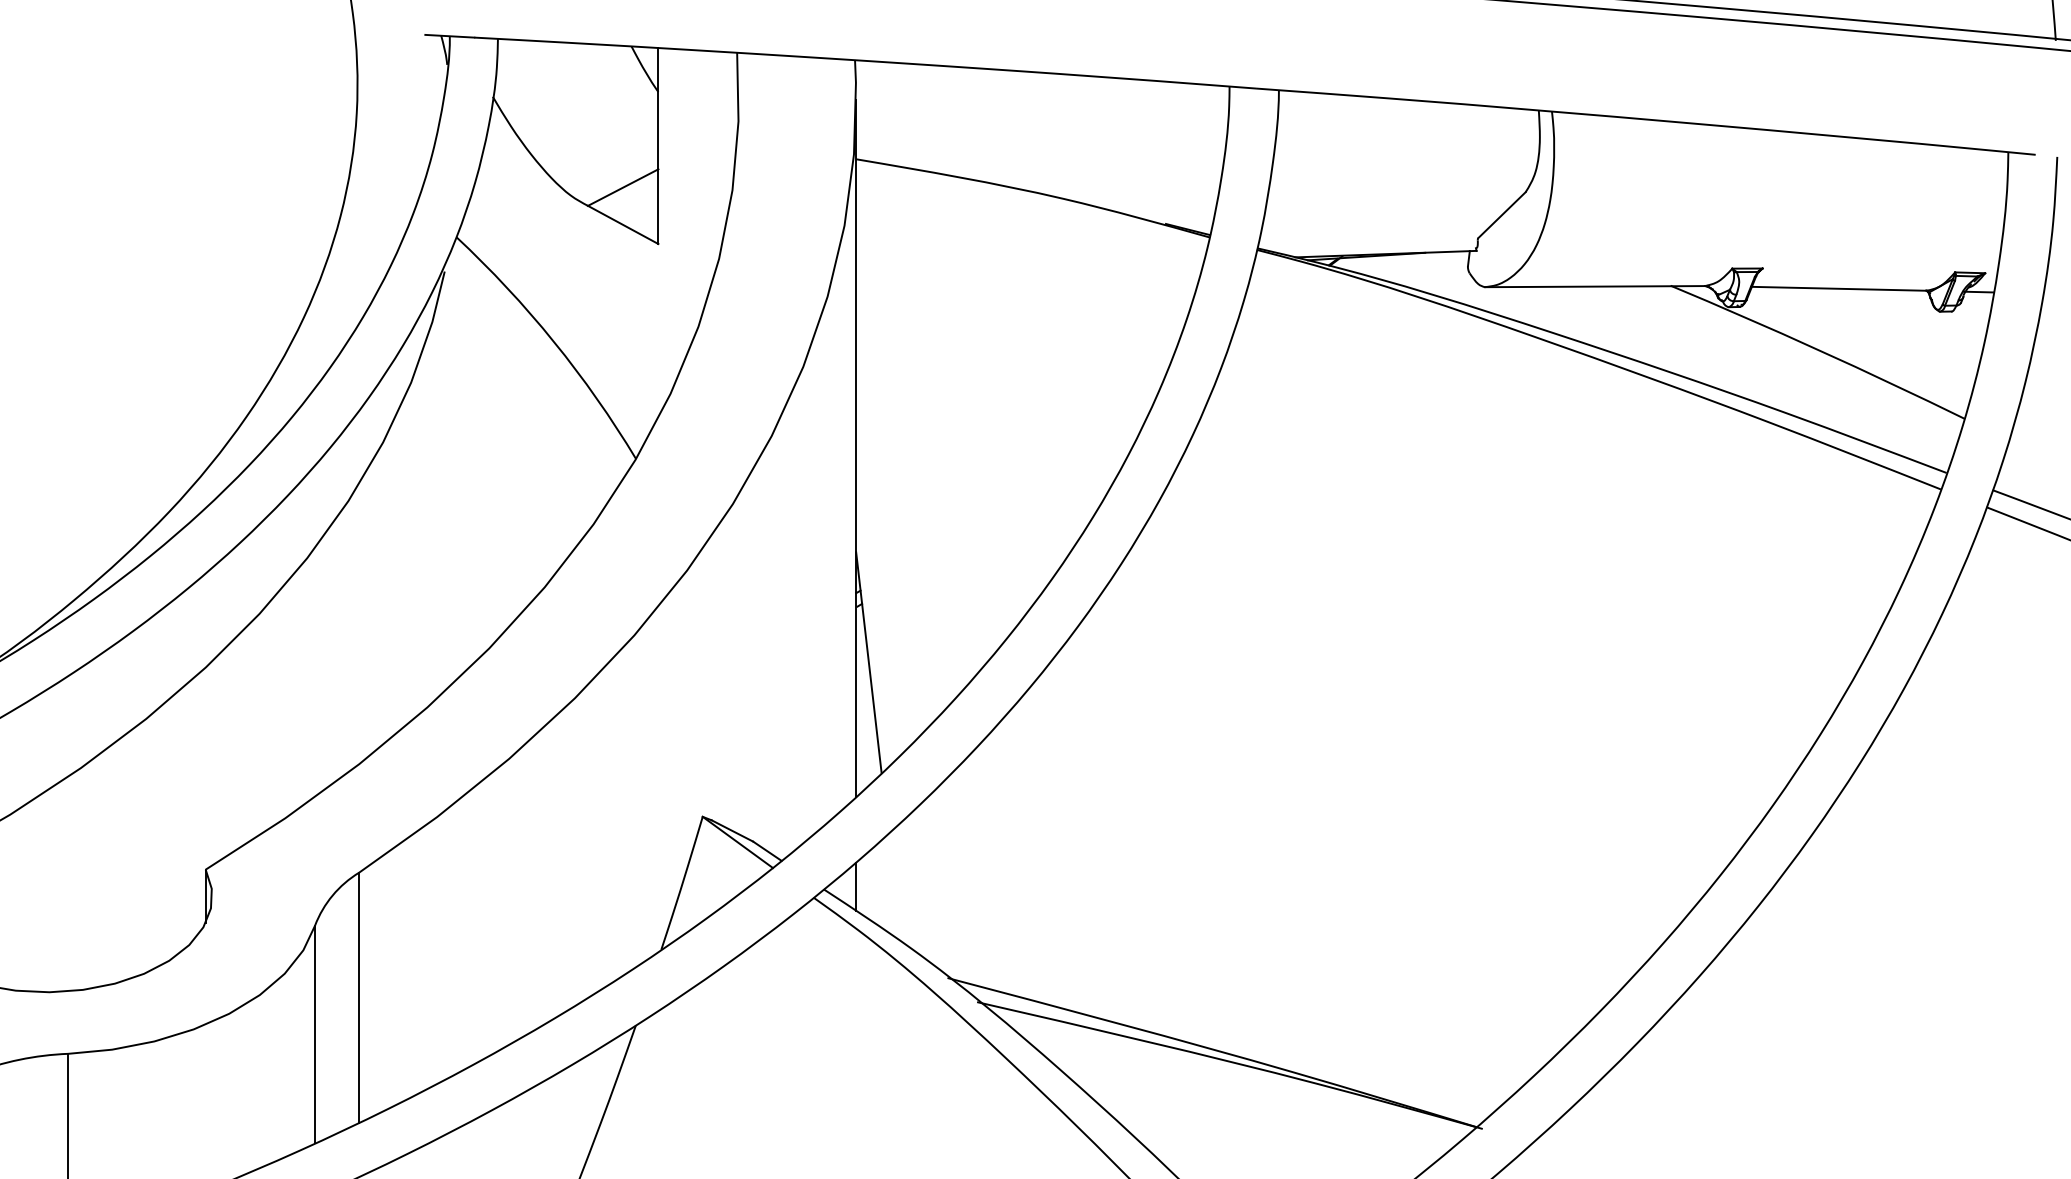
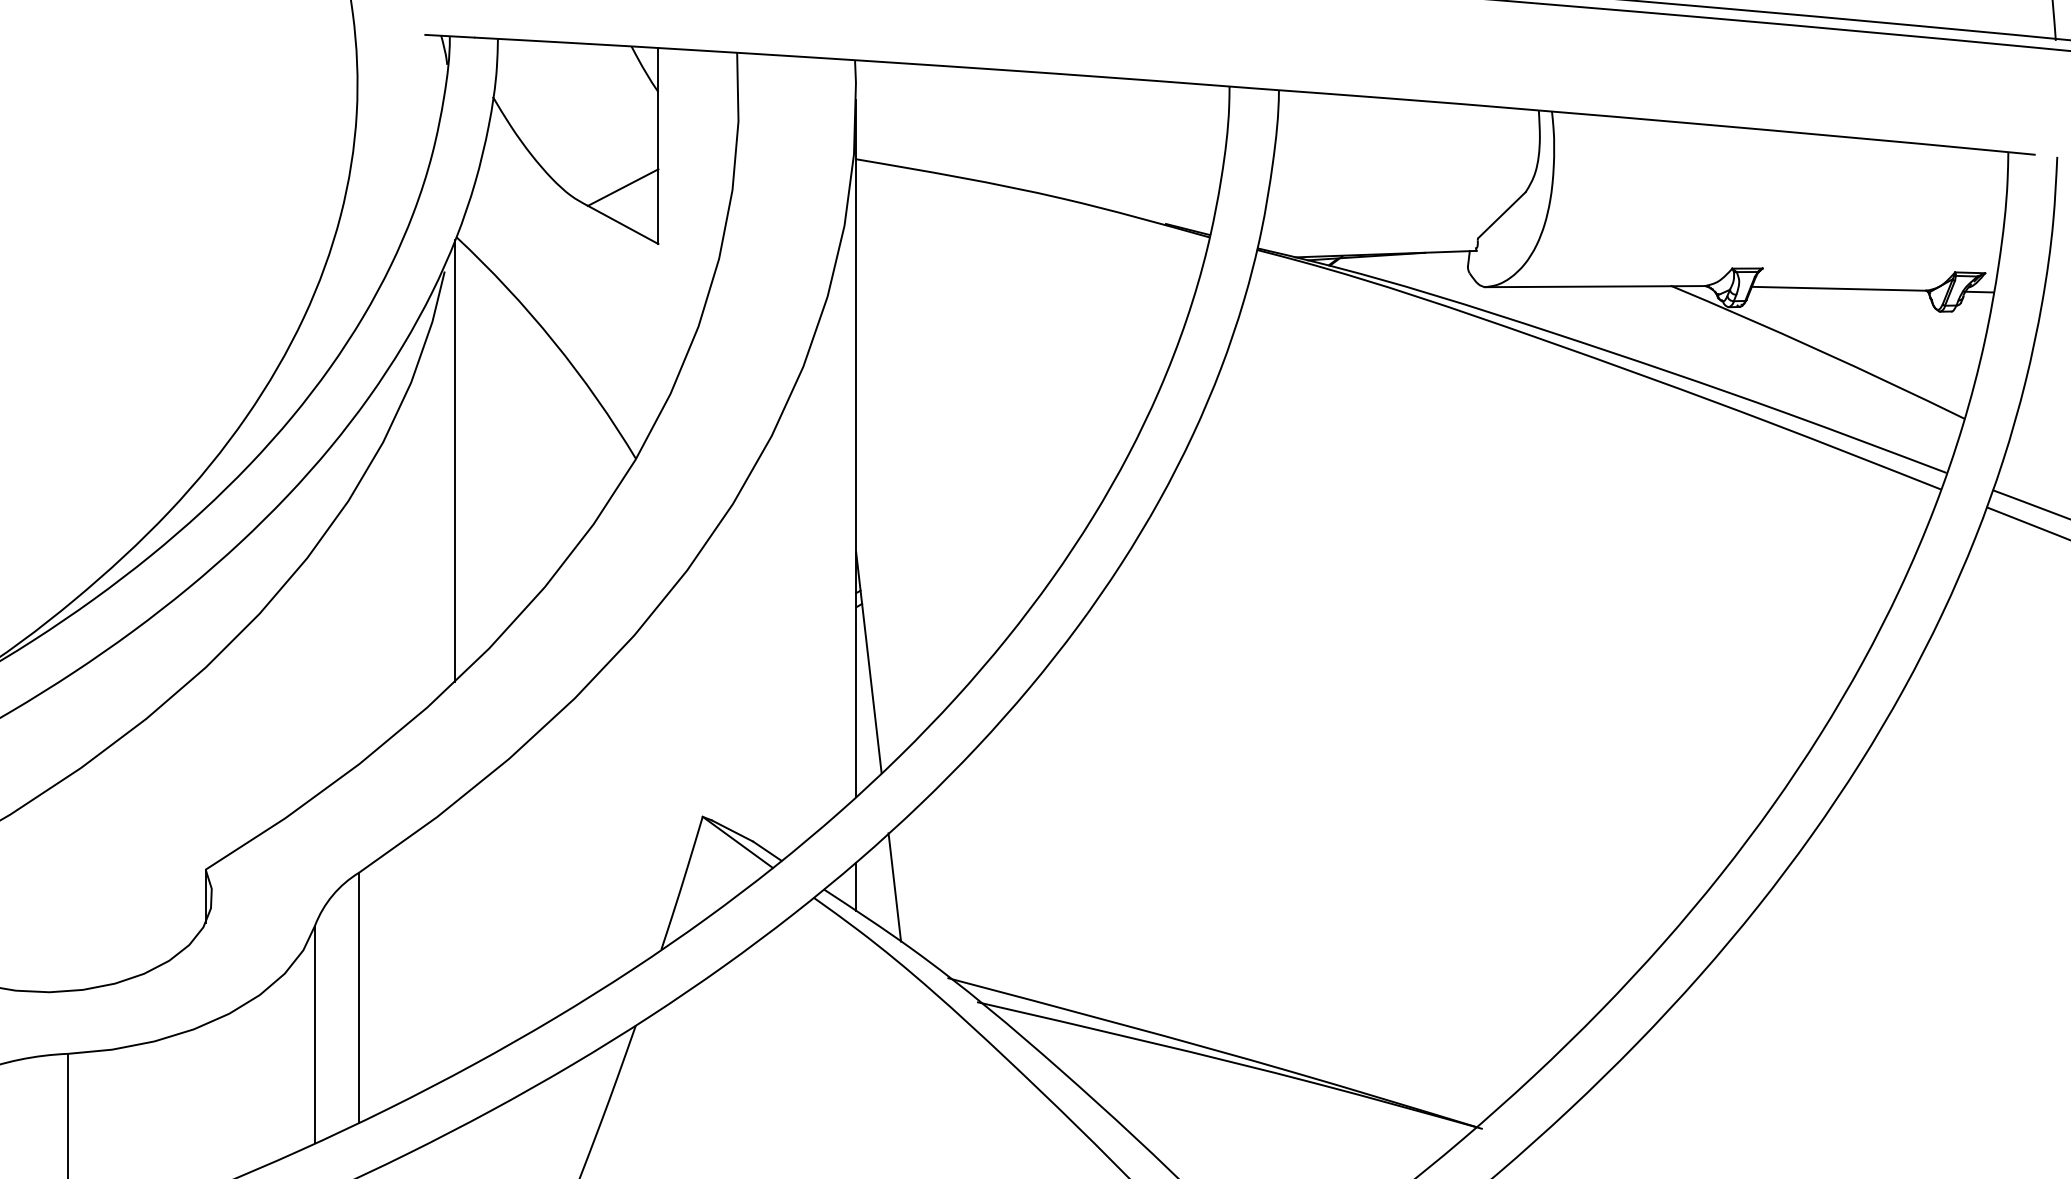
line at (455, 460): none -> present
line at (894, 887): none -> present
